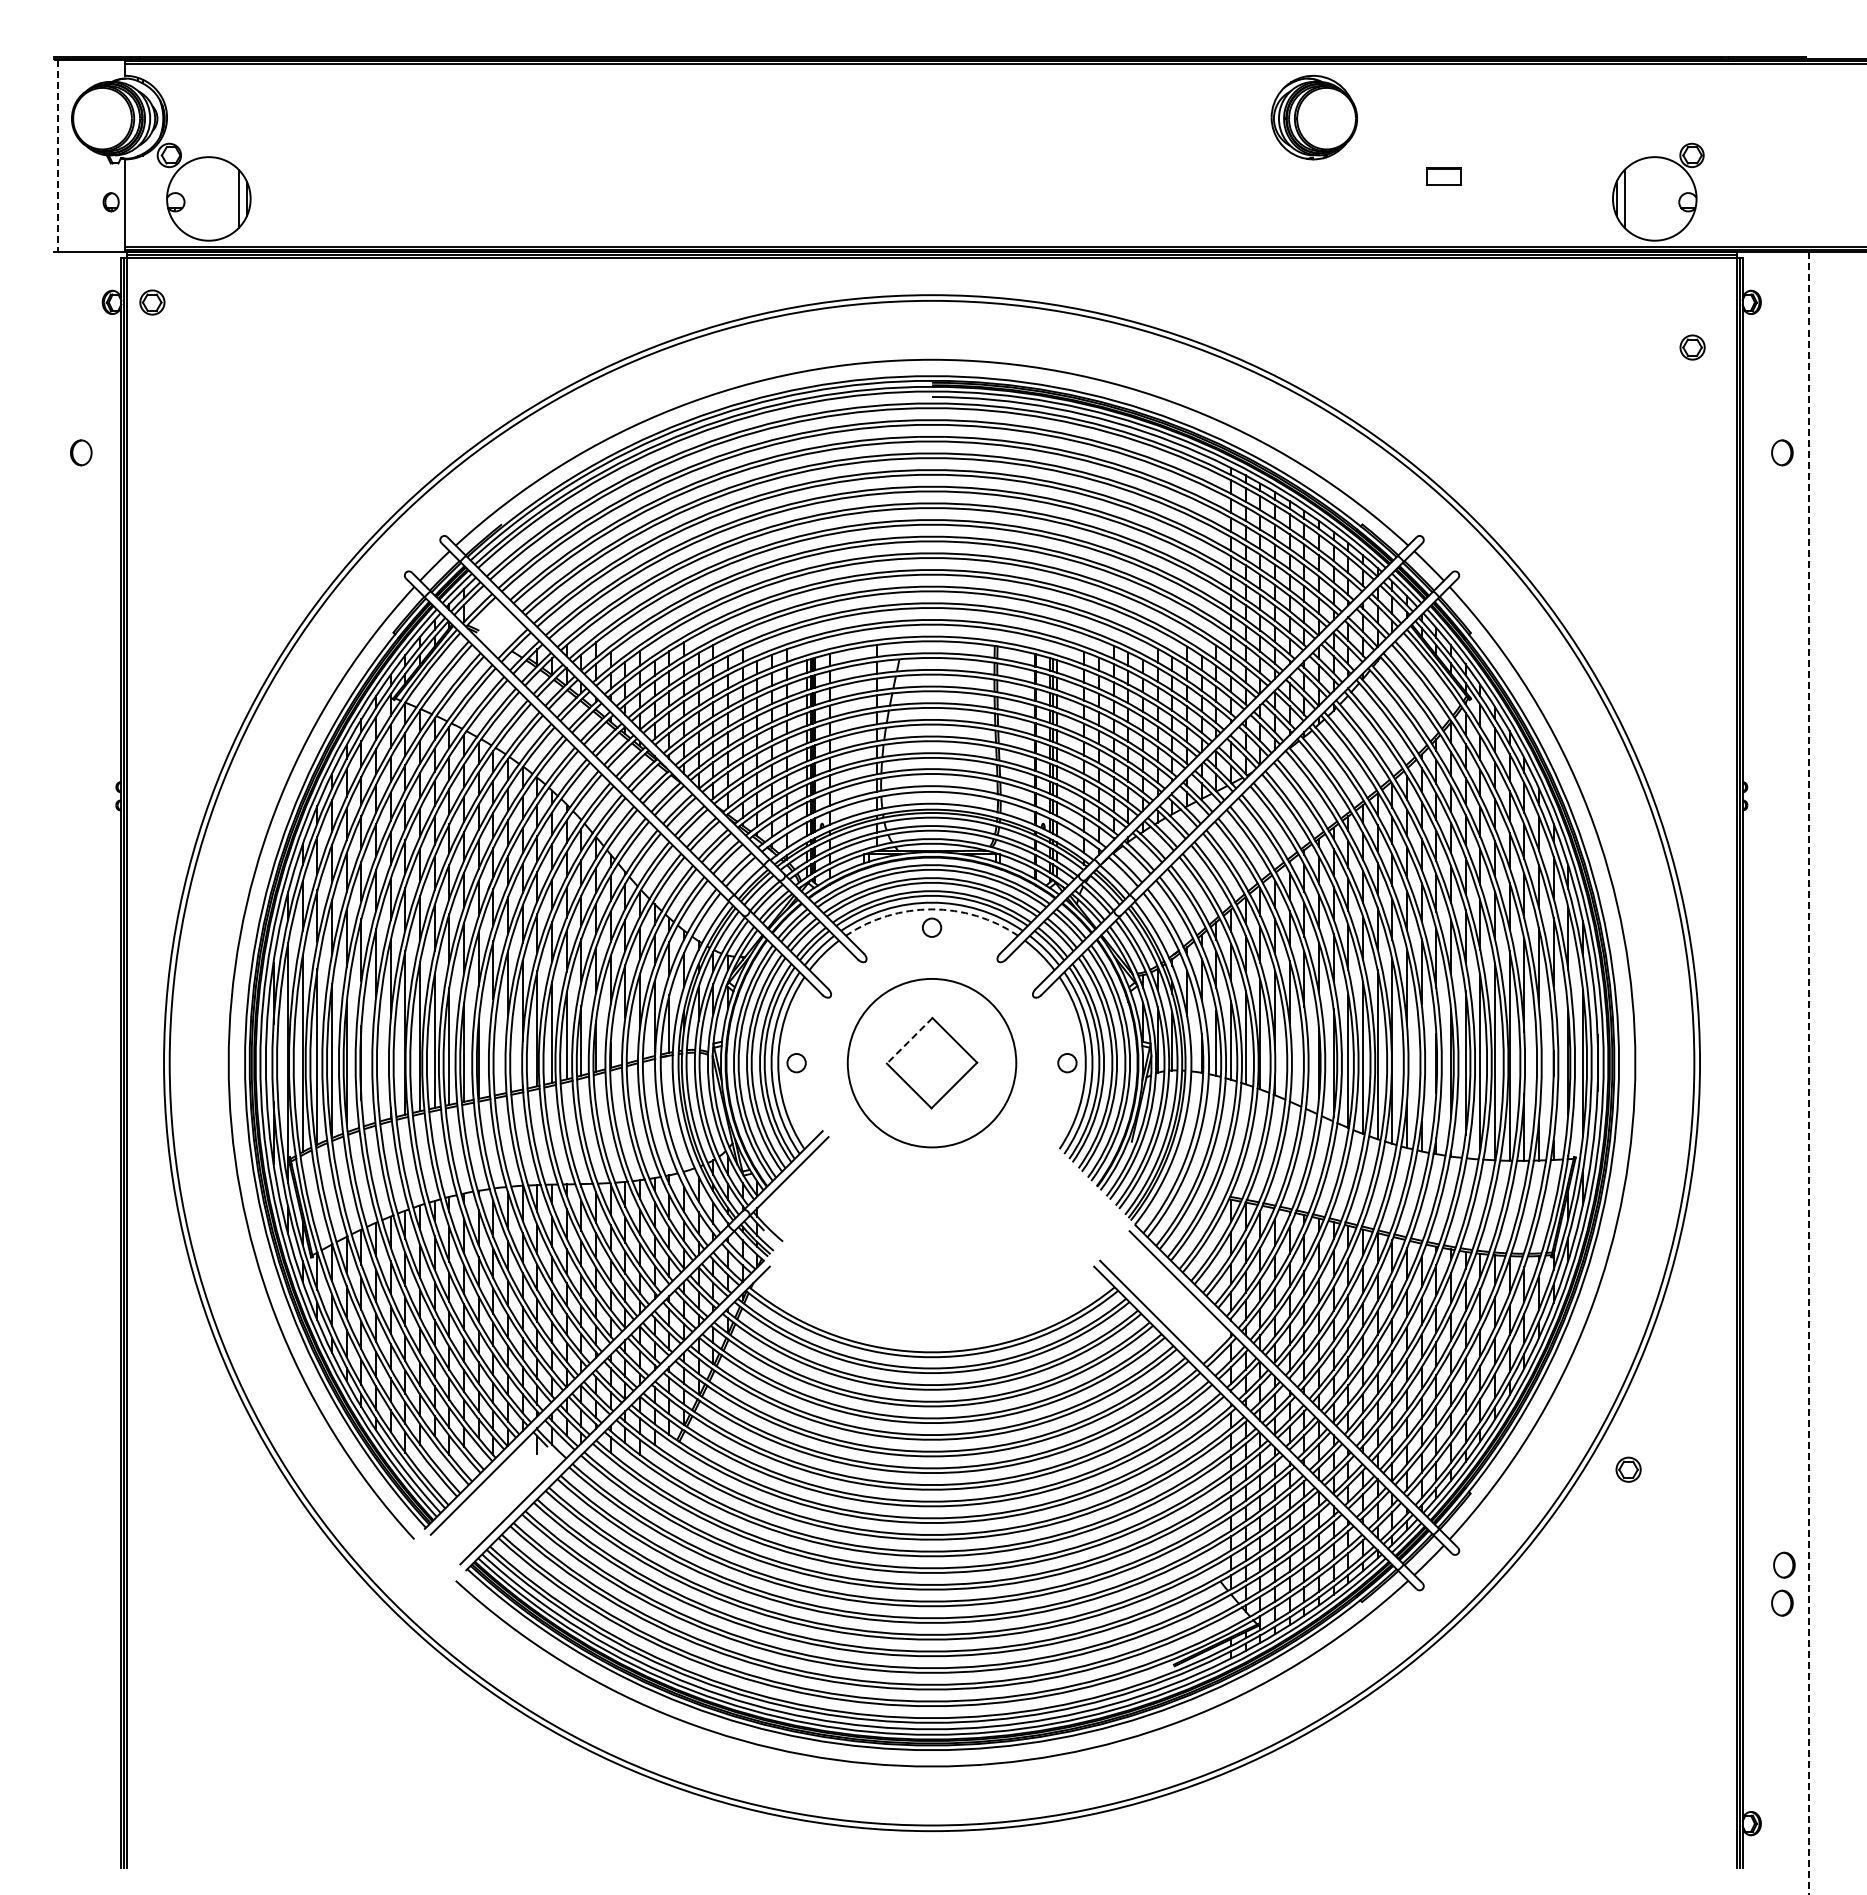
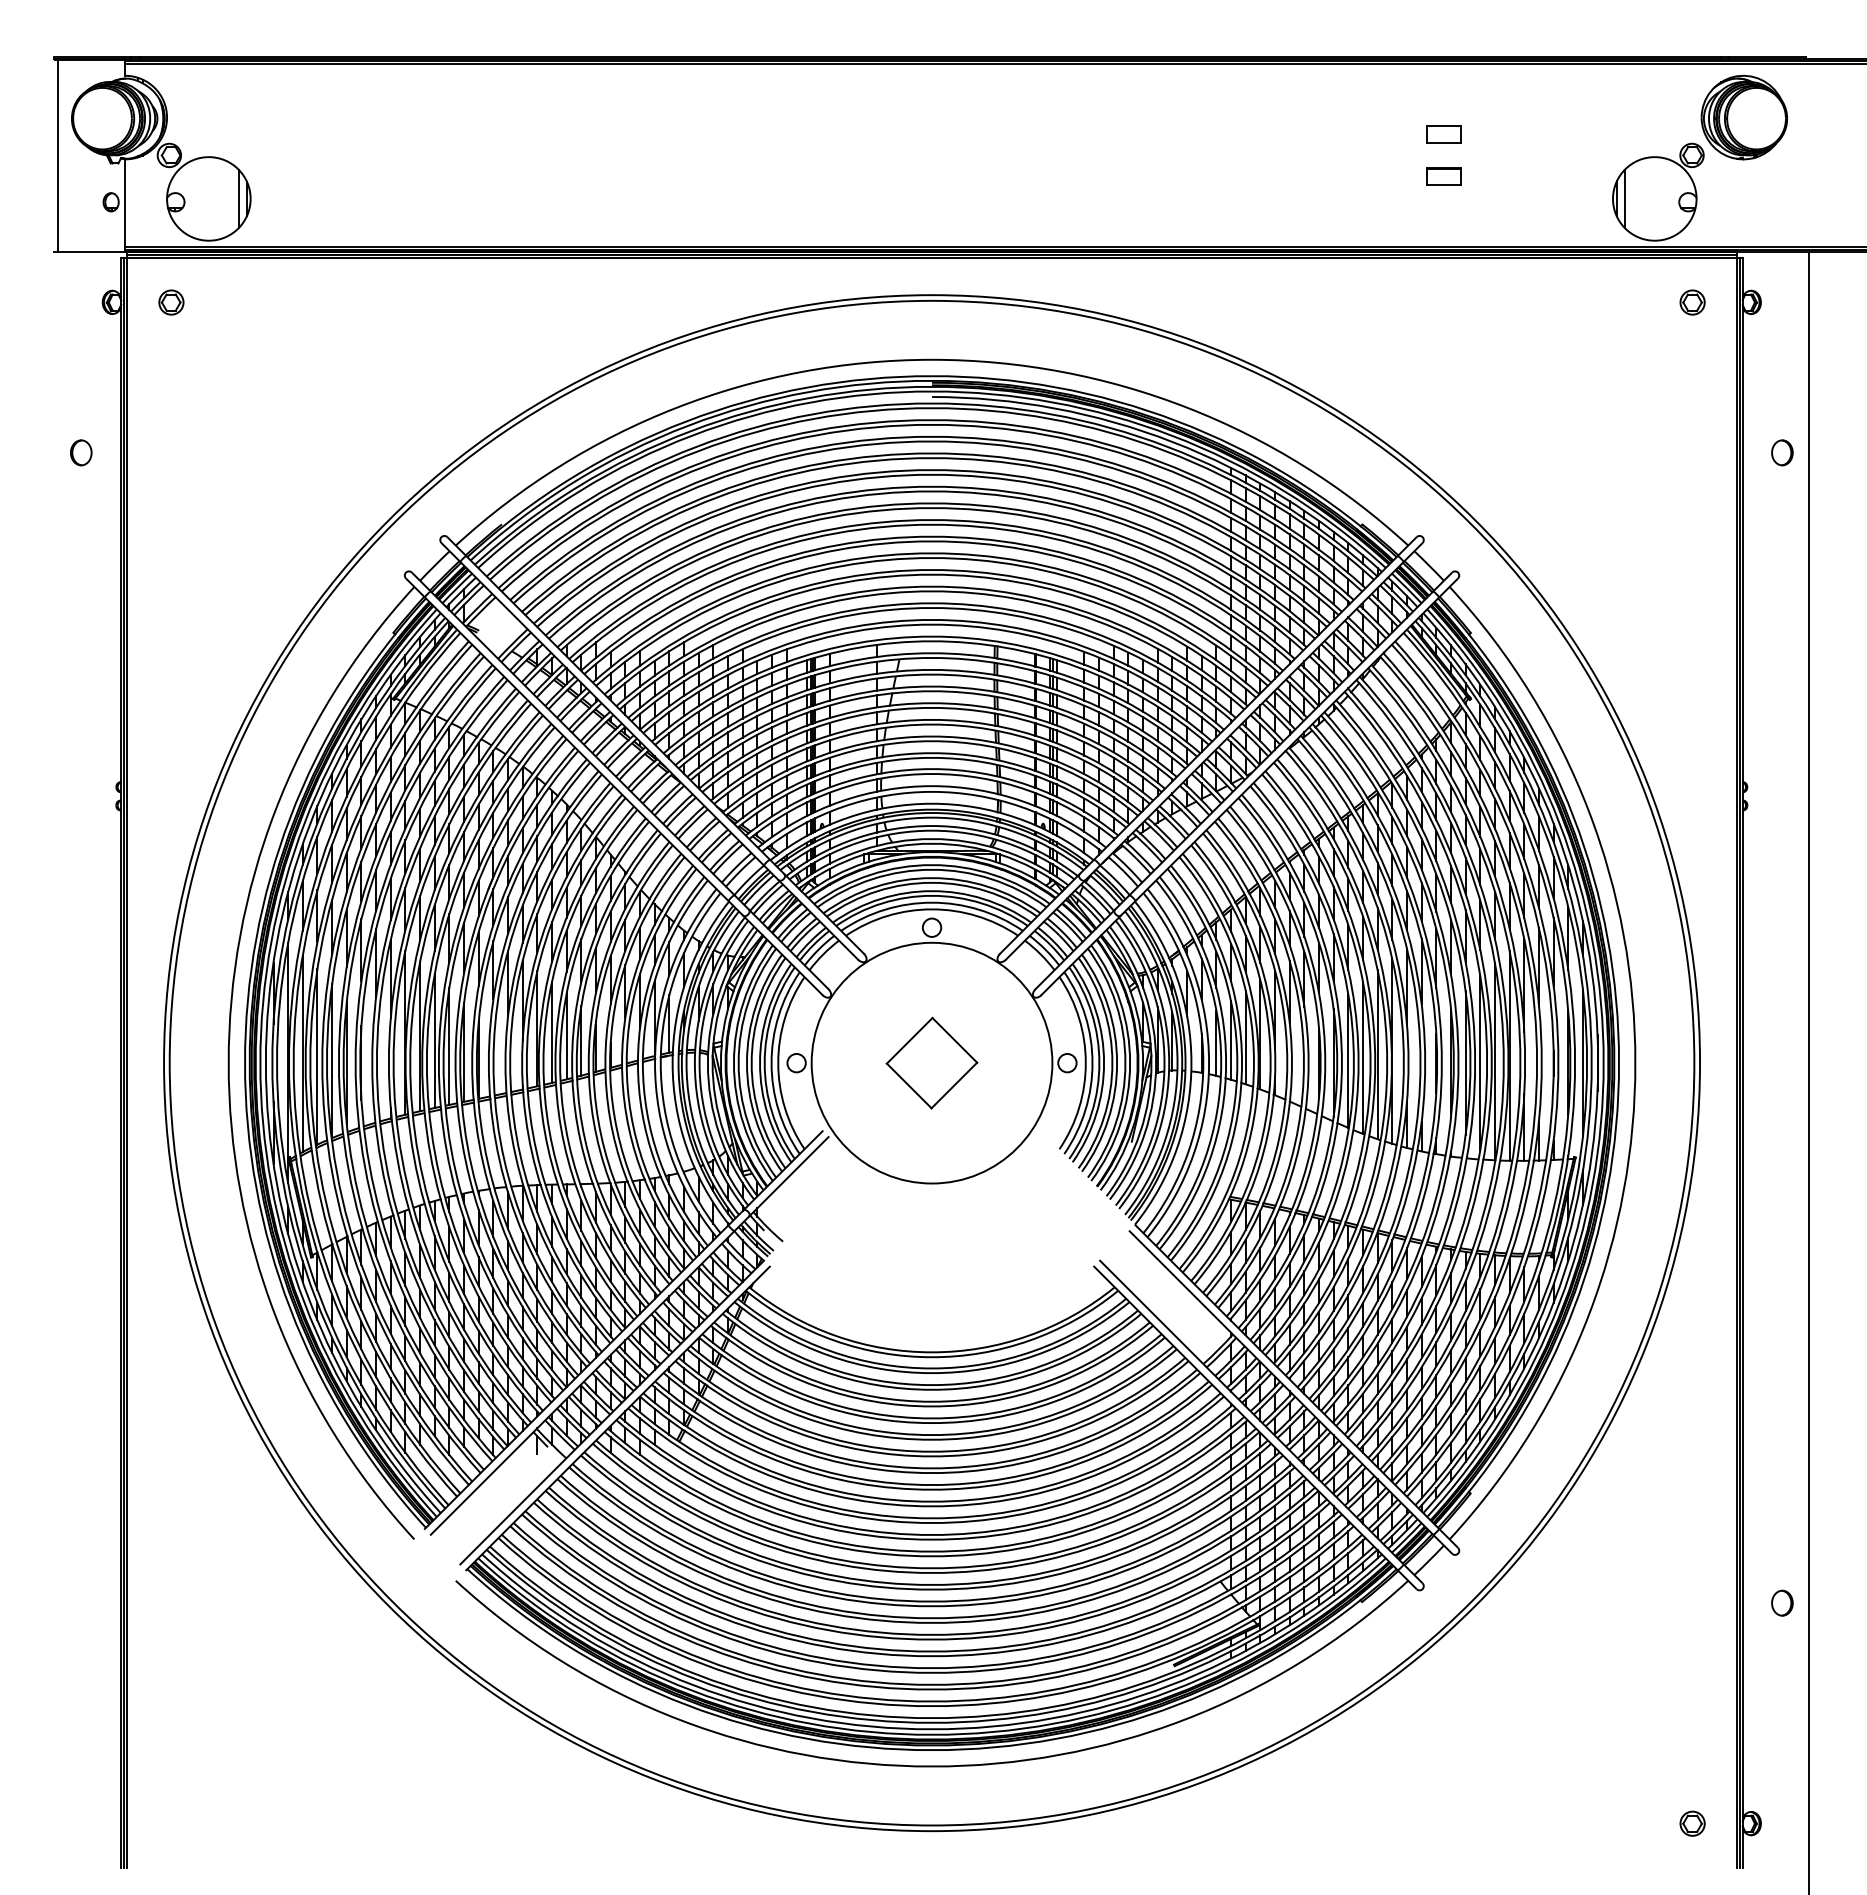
part at (1313, 117) position: (1313, 117) -> (1743, 117)
part at (1443, 134): none -> present
line at (58, 156): dashed -> solid
part at (152, 302) position: (152, 302) -> (171, 302)
part at (1692, 347) position: (1692, 347) -> (1692, 302)
arc at (932, 909): dashed -> solid
line at (909, 1041): dashed -> solid
circle at (931, 1062) diameter: 169 px -> 241 px
line at (1809, 1073): dashed -> solid
part at (1628, 1469) position: (1628, 1469) -> (1692, 1823)
part at (1784, 1564): present -> none
